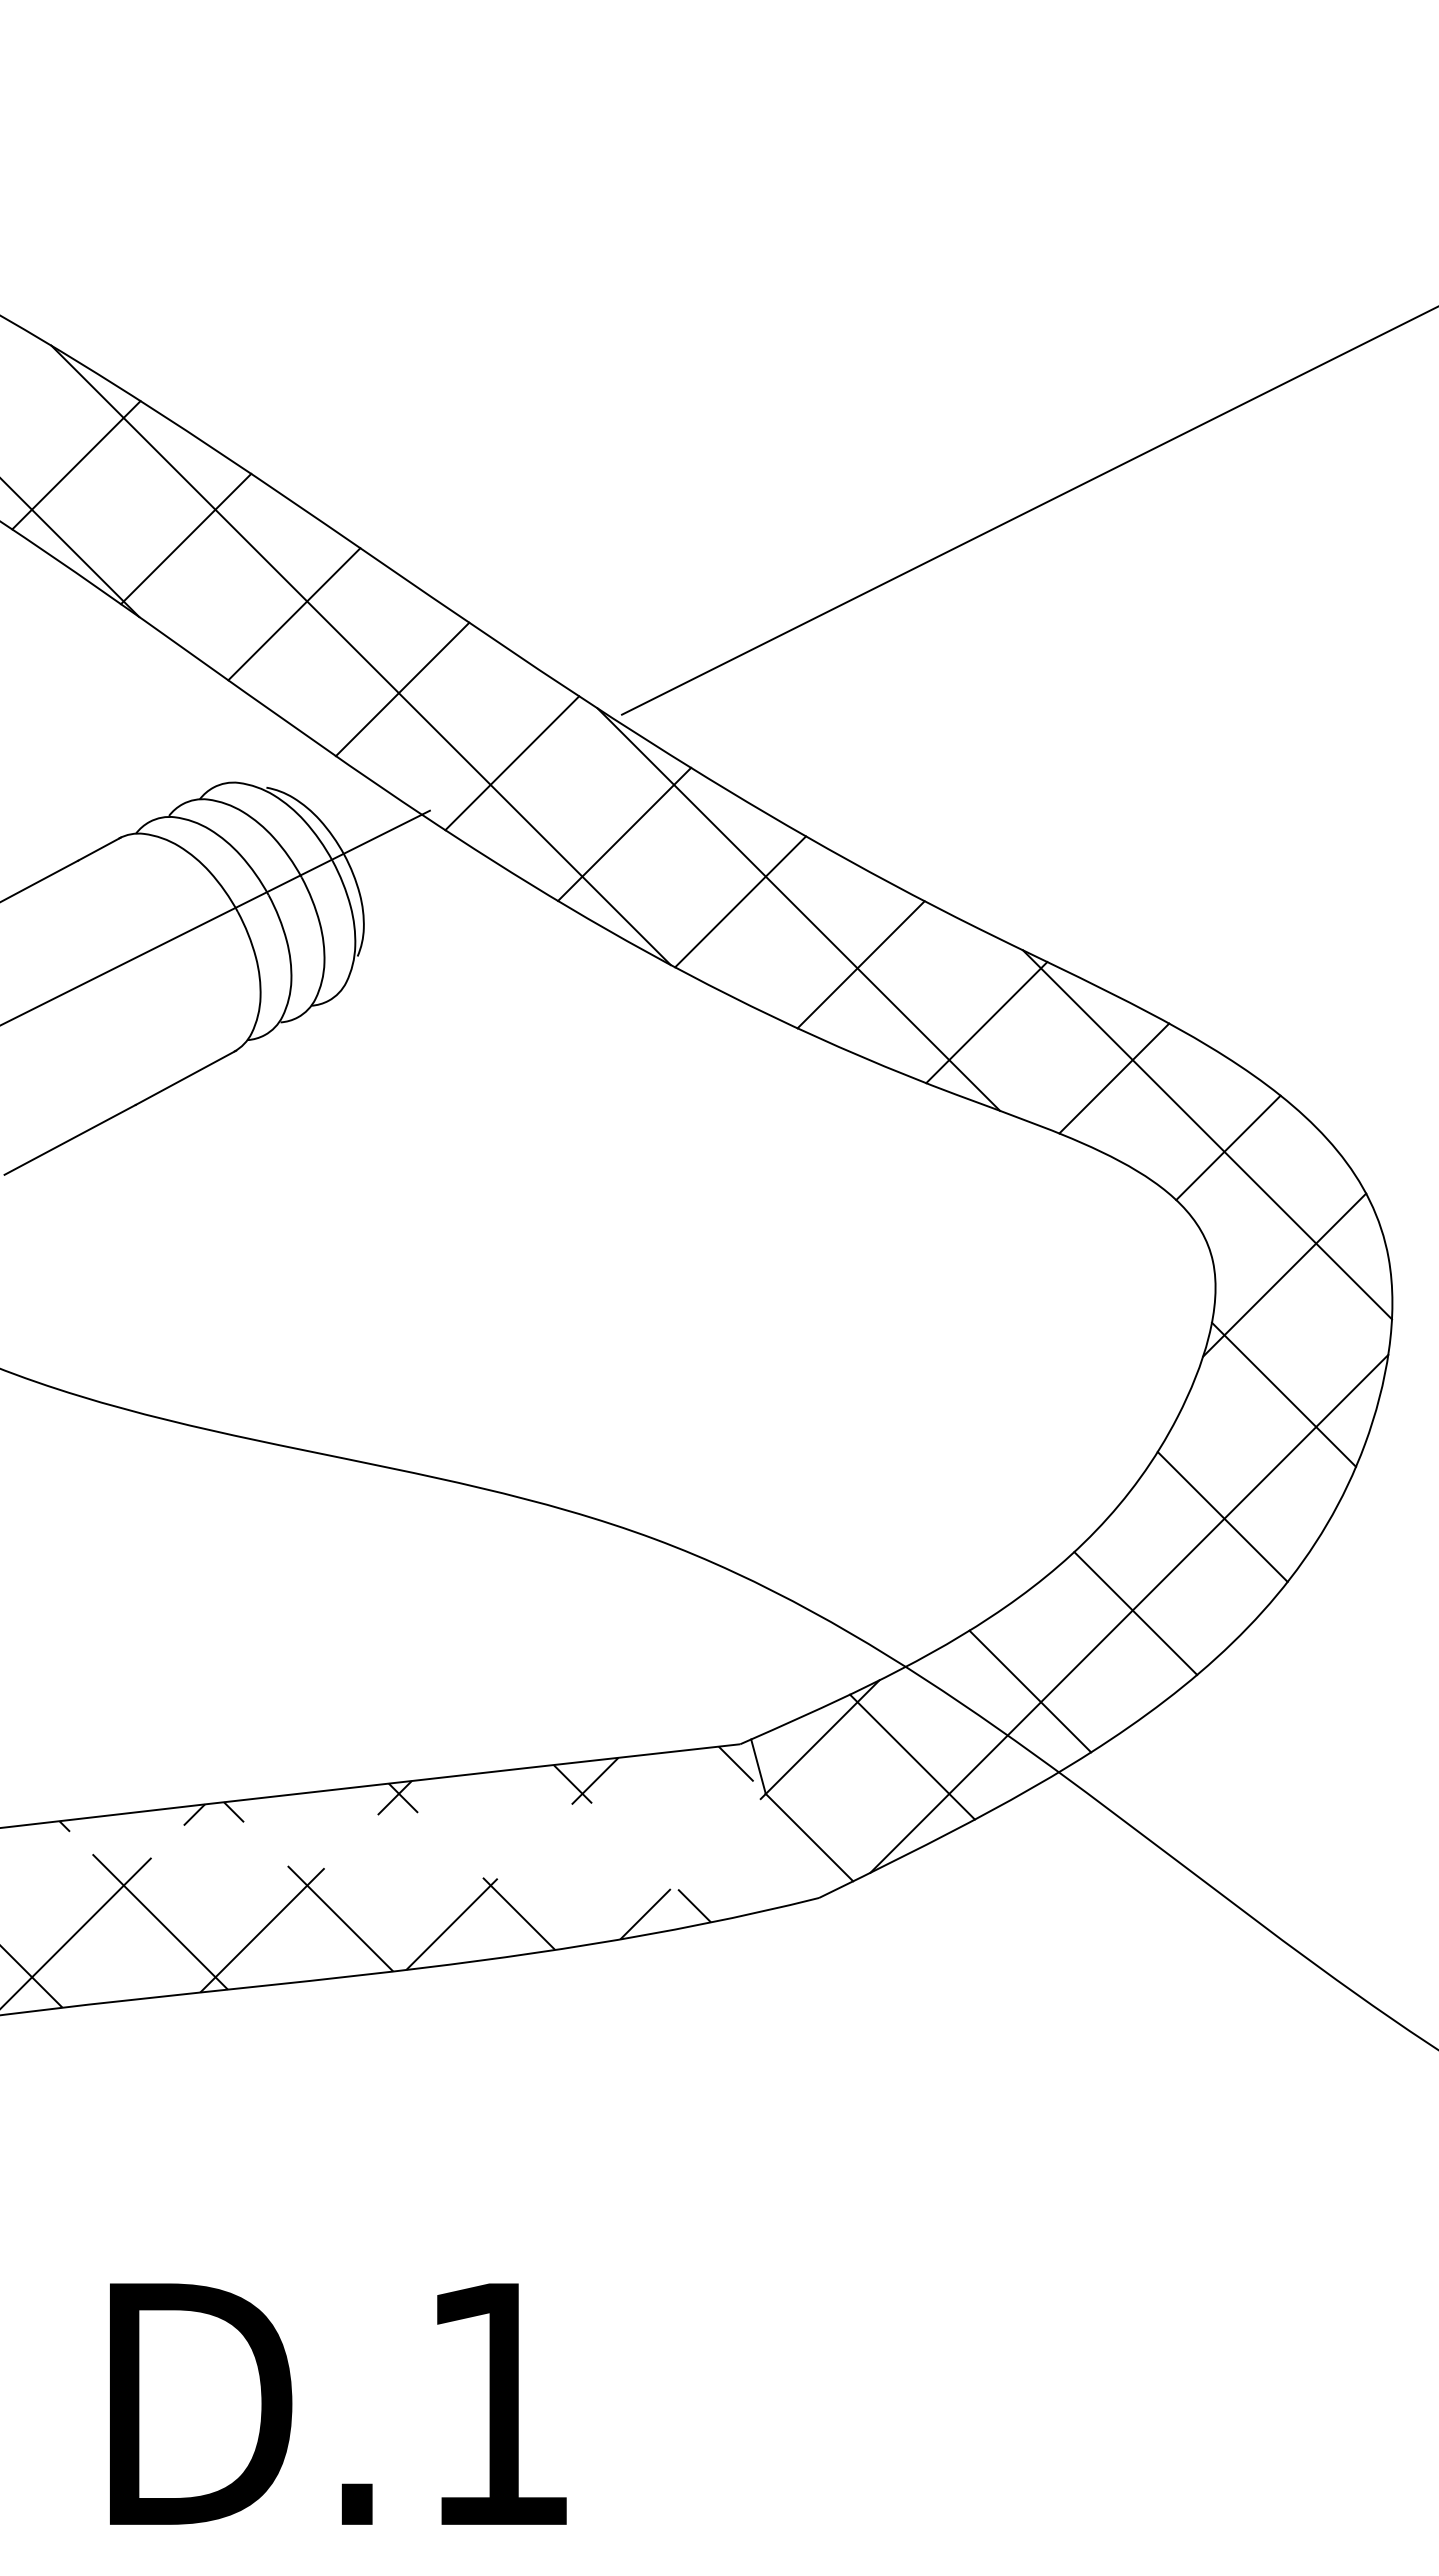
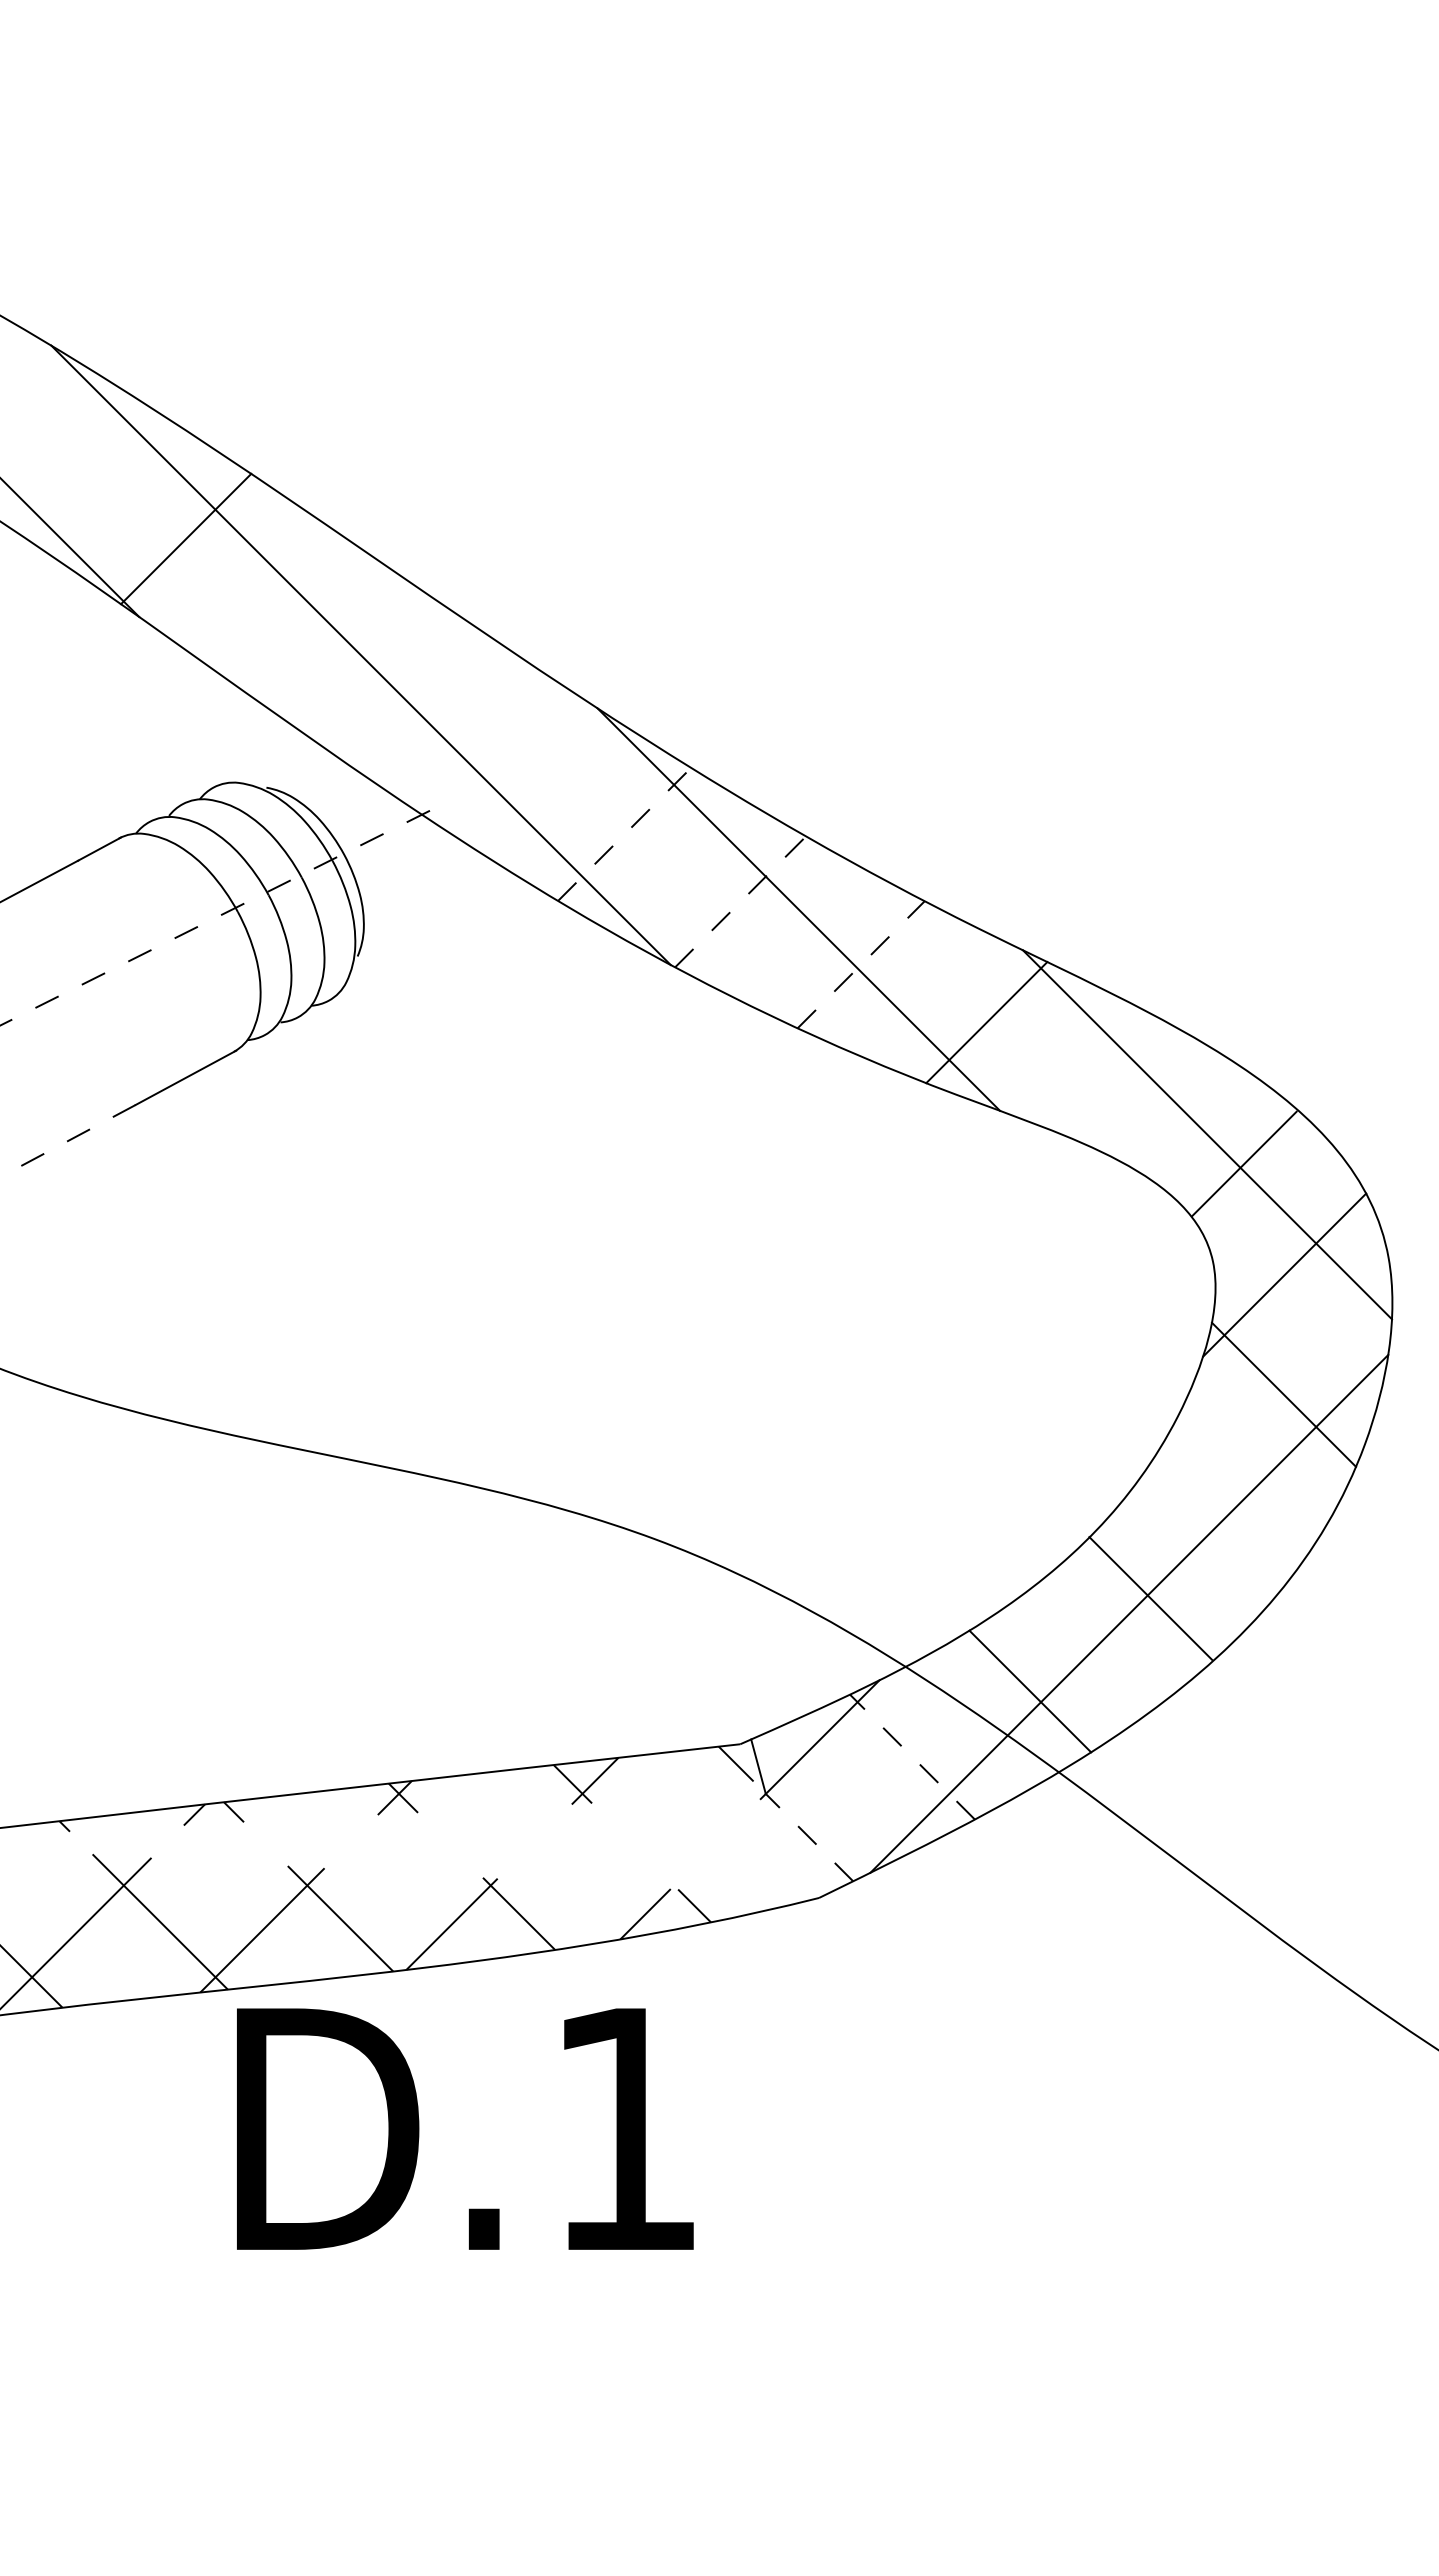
line at (76, 465): present -> none
line at (1028, 511): present -> none
line at (294, 614): present -> none
line at (402, 689): present -> none
line at (512, 763): present -> none
line at (624, 834): solid -> dashed
line at (740, 901): solid -> dashed
line at (214, 918): solid -> dashed
line at (861, 964): solid -> dashed
line at (1114, 1078): present -> none
line at (69, 1140): solid -> dashed
line at (1228, 1147) position: (1228, 1147) -> (1244, 1163)
line at (1222, 1516): present -> none
line at (1135, 1613) position: (1135, 1613) -> (1150, 1598)
line at (912, 1756): solid -> dashed
line at (809, 1837): solid -> dashed
text at (338, 2403) position: (338, 2403) -> (465, 2128)
